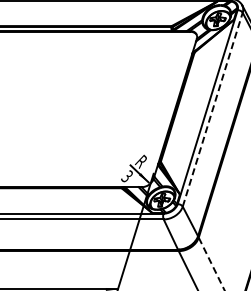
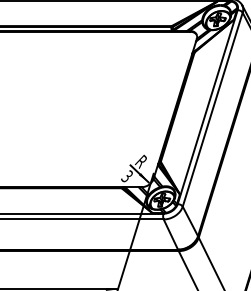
line at (212, 109): dashed -> solid
line at (211, 264): dashed -> solid
